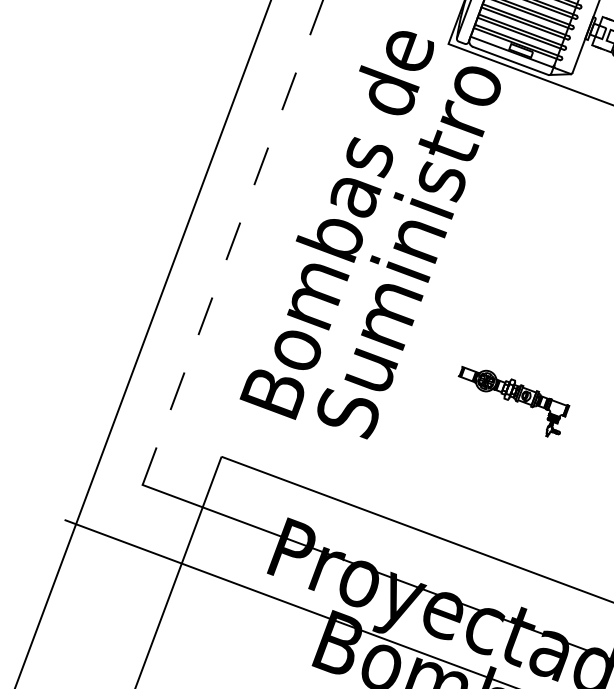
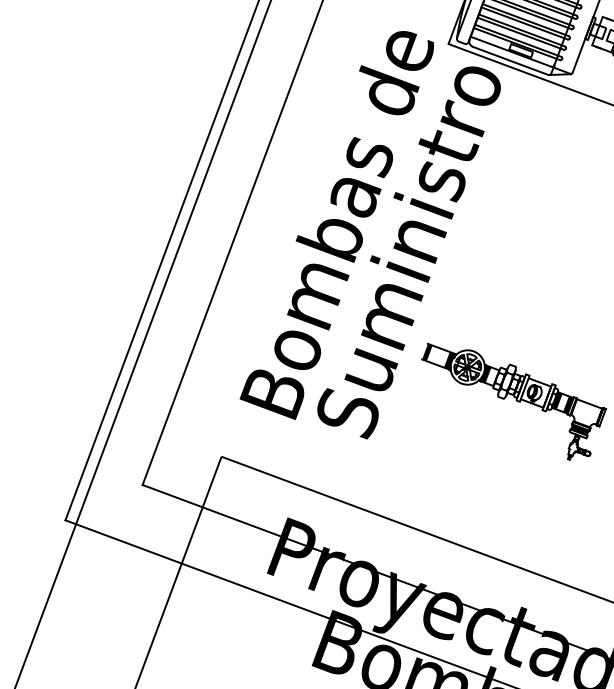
line at (233, 242): dashed -> solid
line at (161, 261): none -> present
part at (513, 401) size: 114x72 px -> 186x119 px
